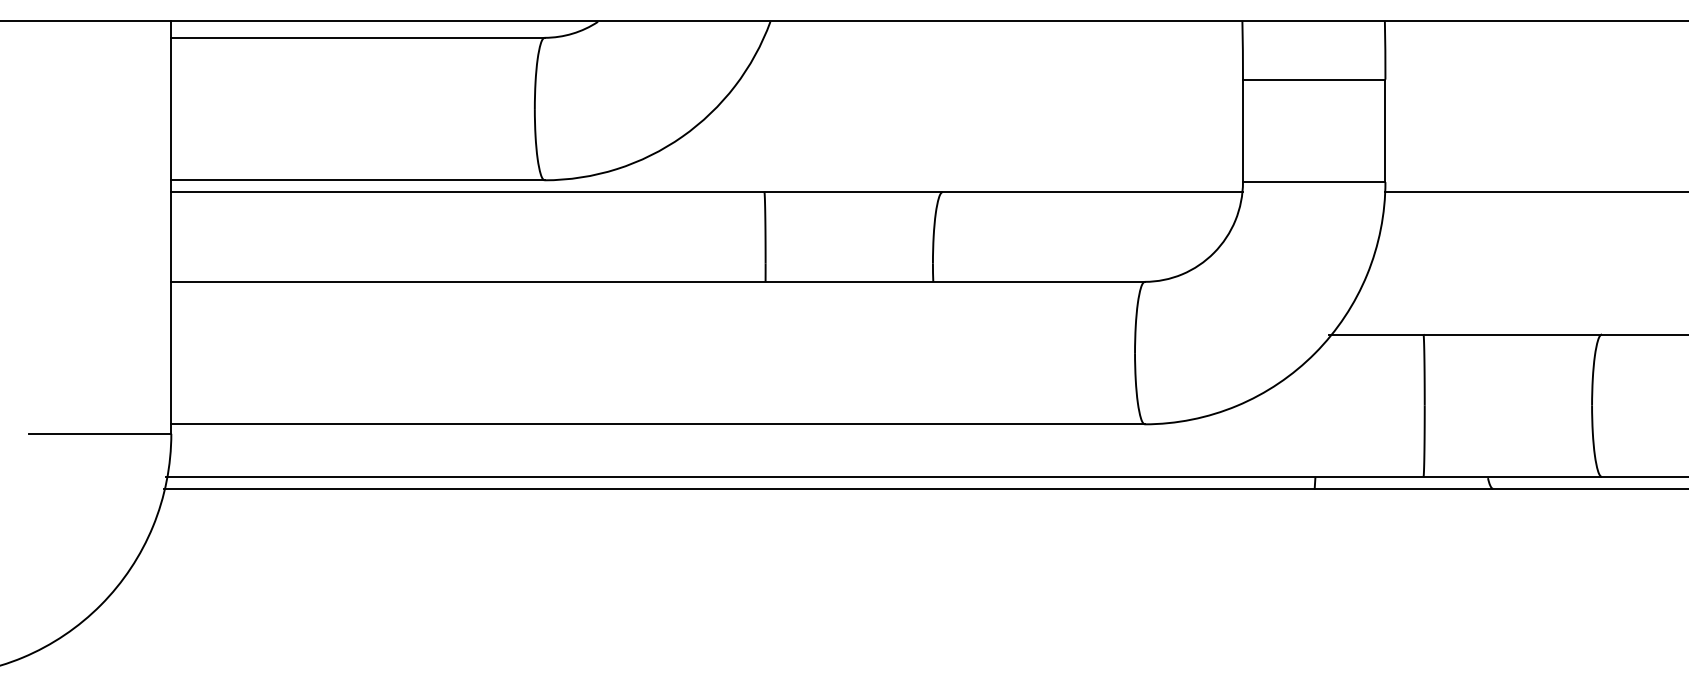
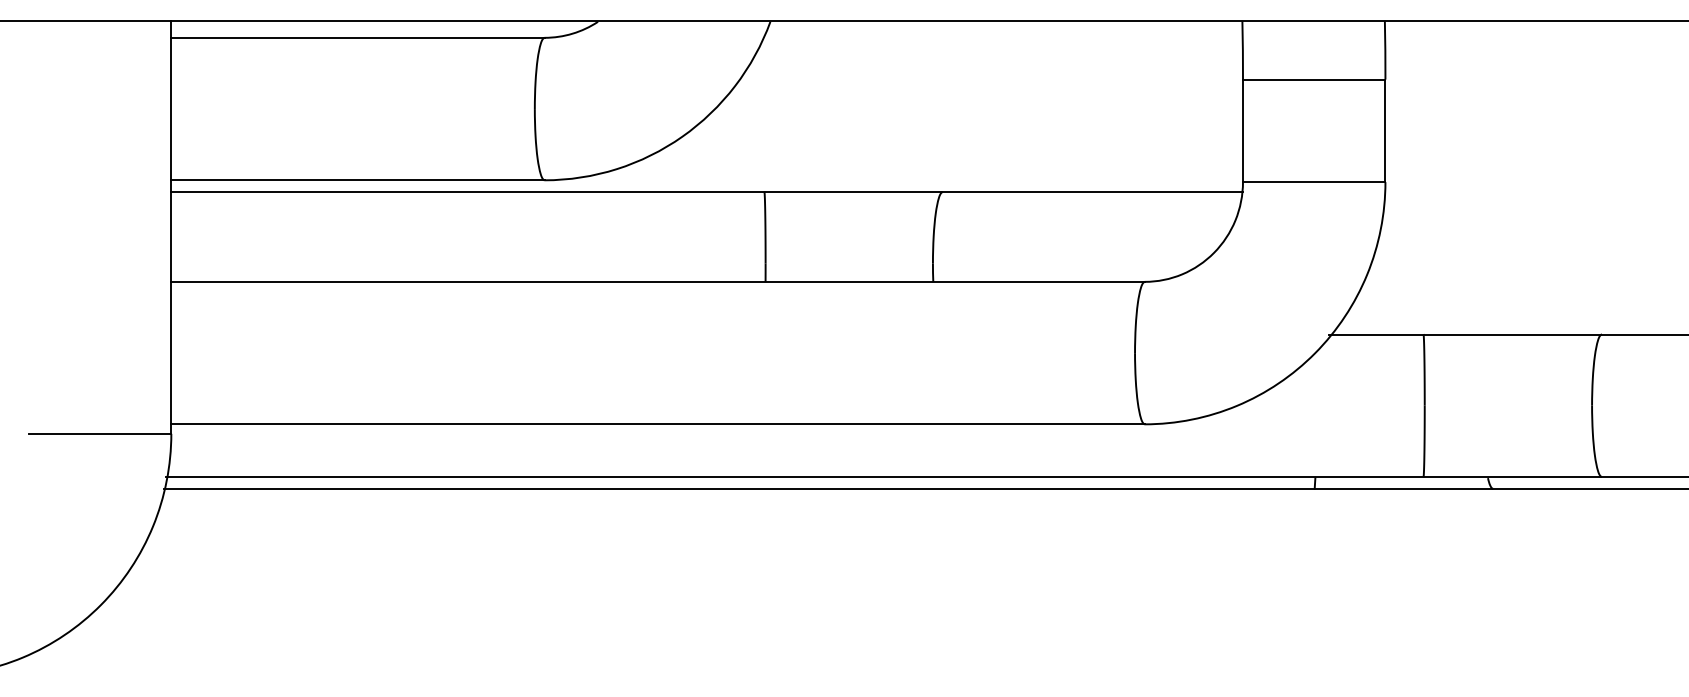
line at (1535, 192): present -> none
